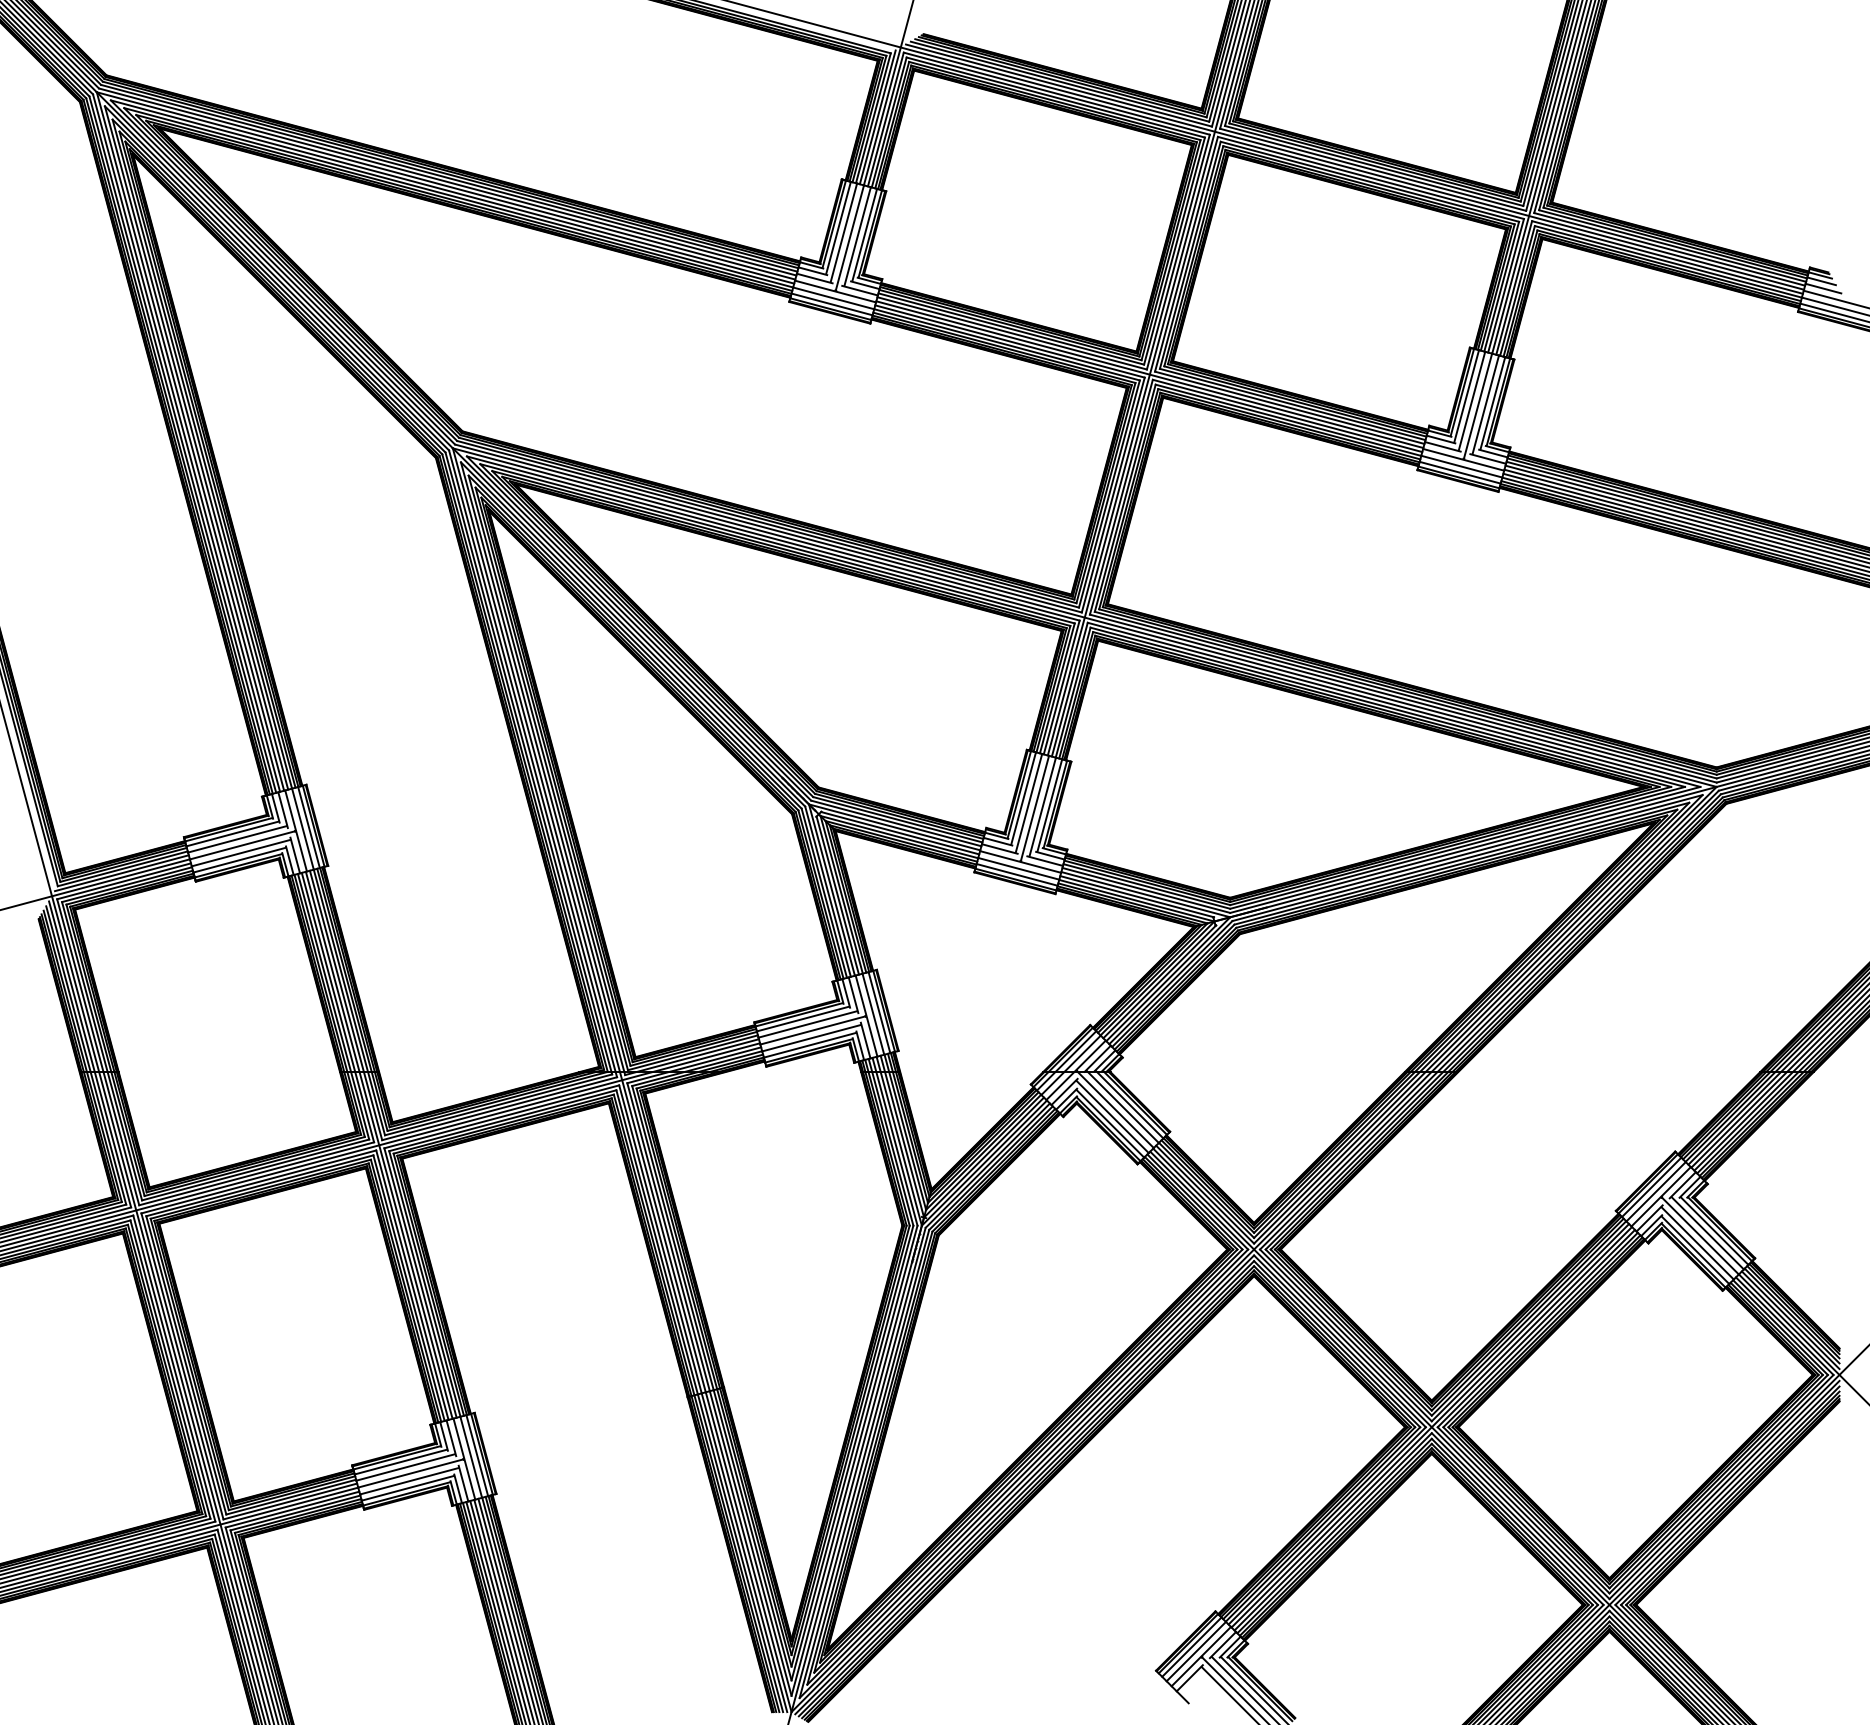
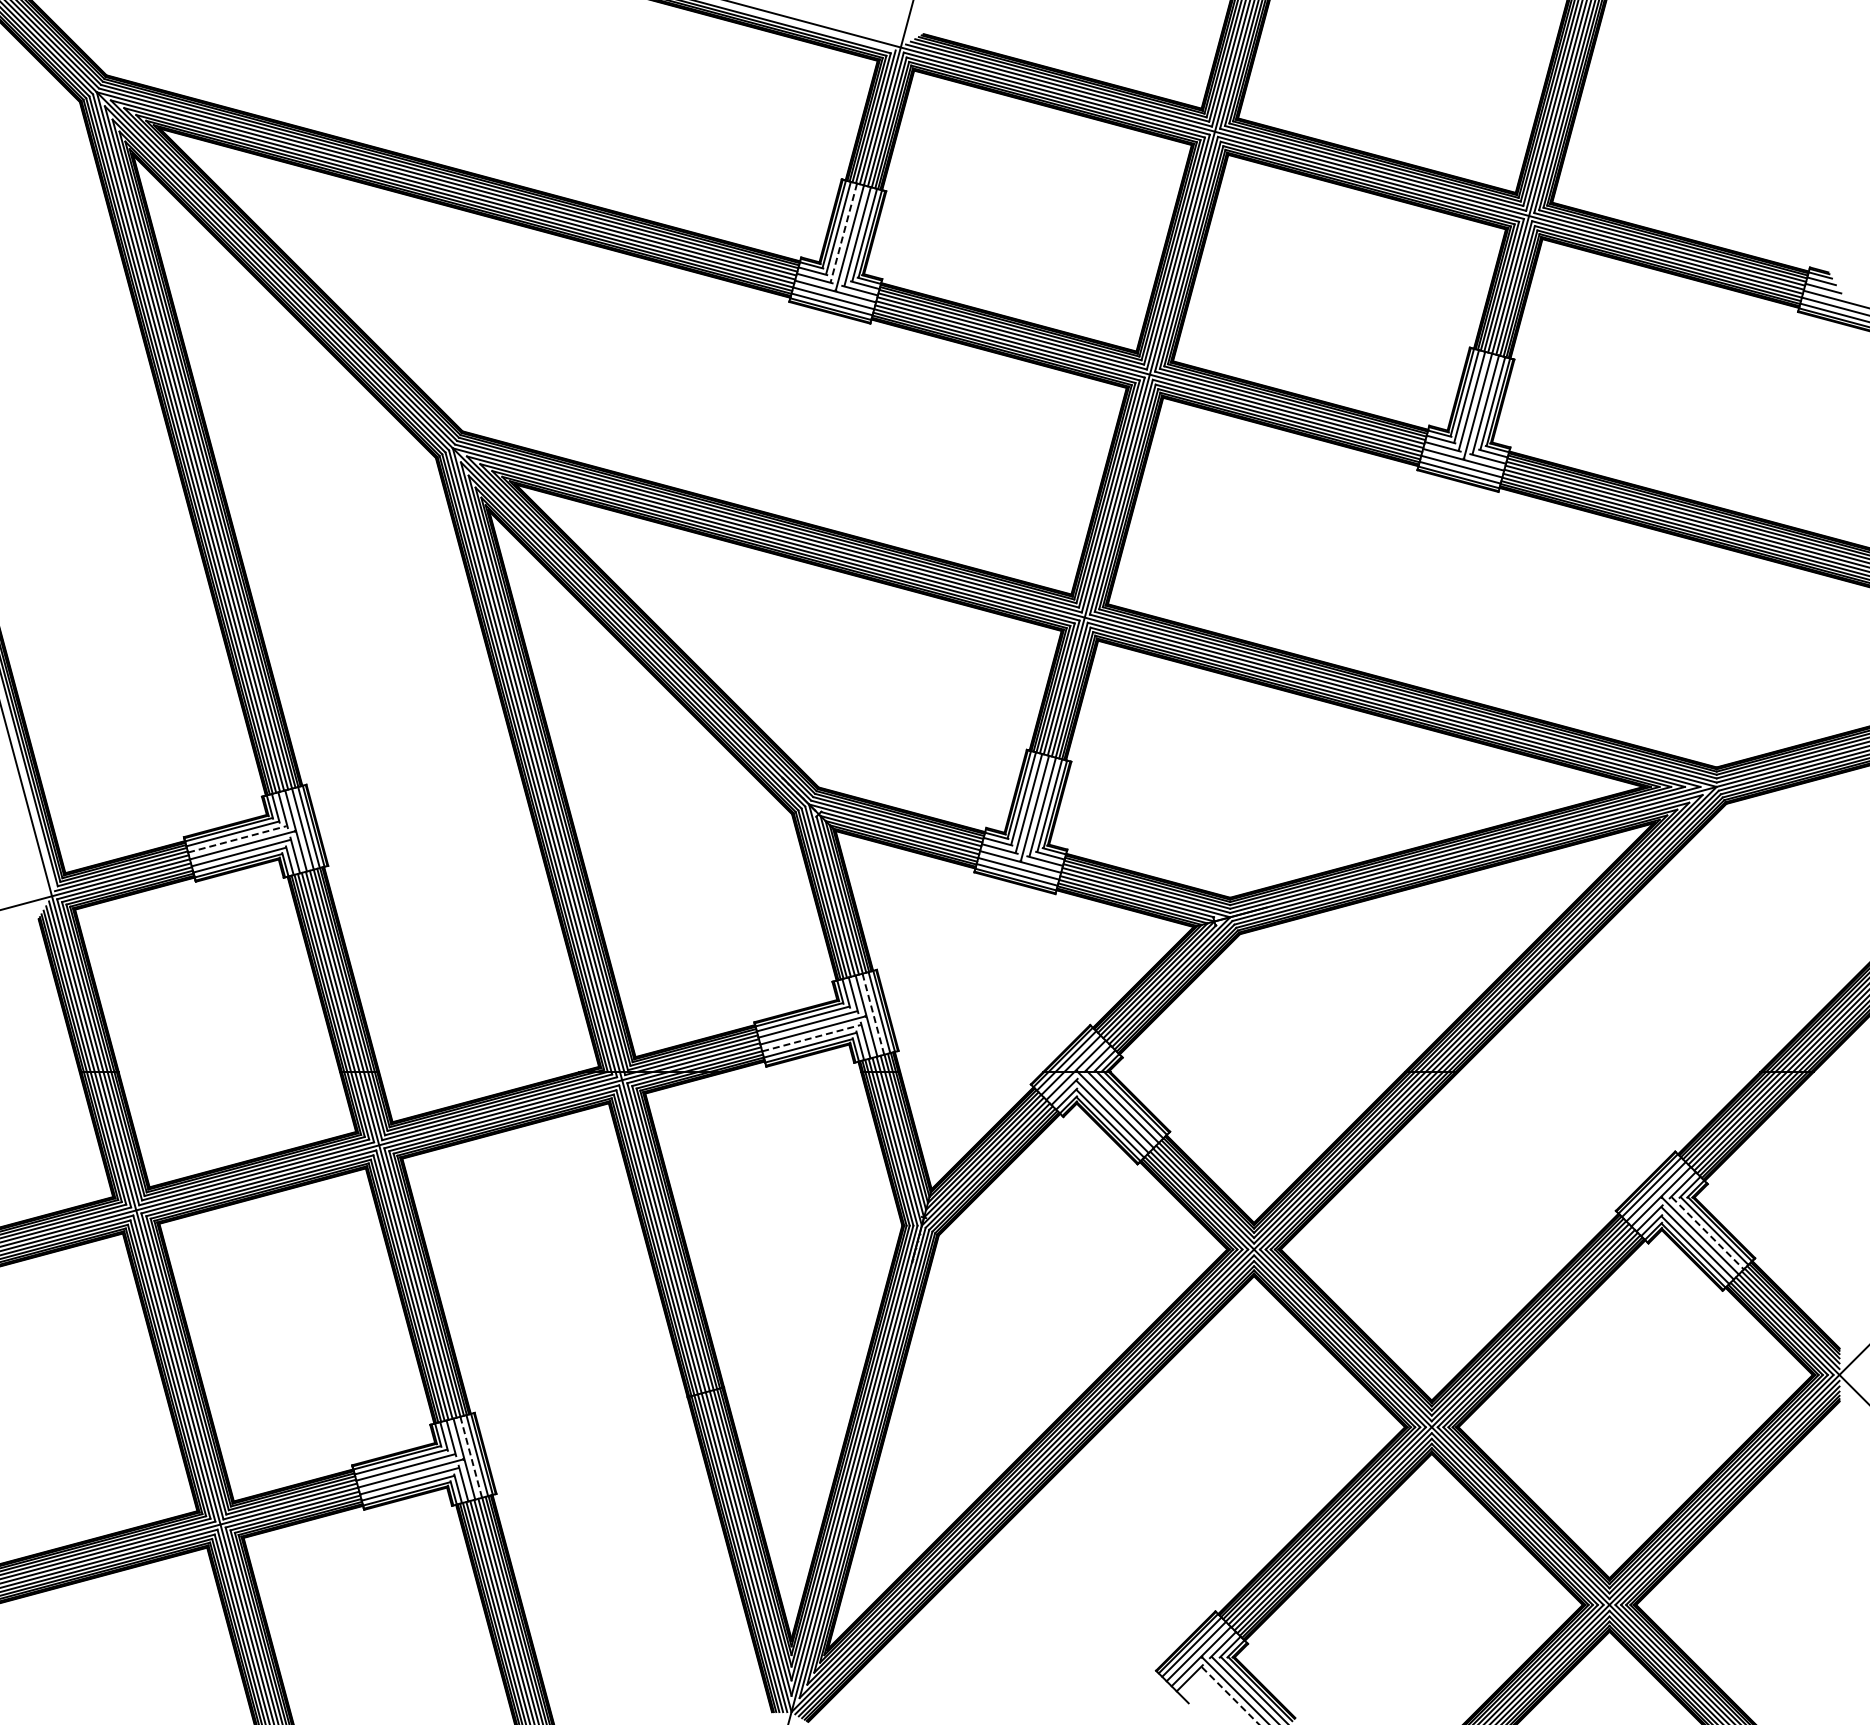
line at (843, 233): solid -> dashed
line at (237, 839): solid -> dashed
line at (873, 1014): solid -> dashed
line at (811, 1038): solid -> dashed
line at (1707, 1233): solid -> dashed
line at (471, 1457): solid -> dashed
line at (1230, 1695): solid -> dashed
